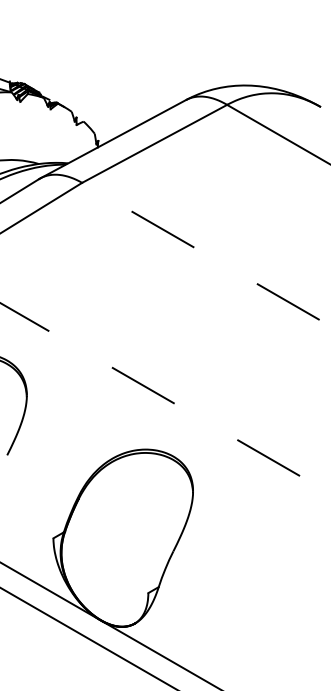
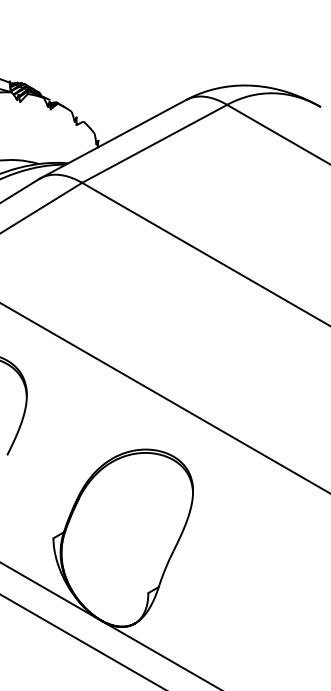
line at (205, 254): dashed -> solid
line at (165, 398): dashed -> solid
line at (87, 637) position: (87, 637) -> (82, 641)
